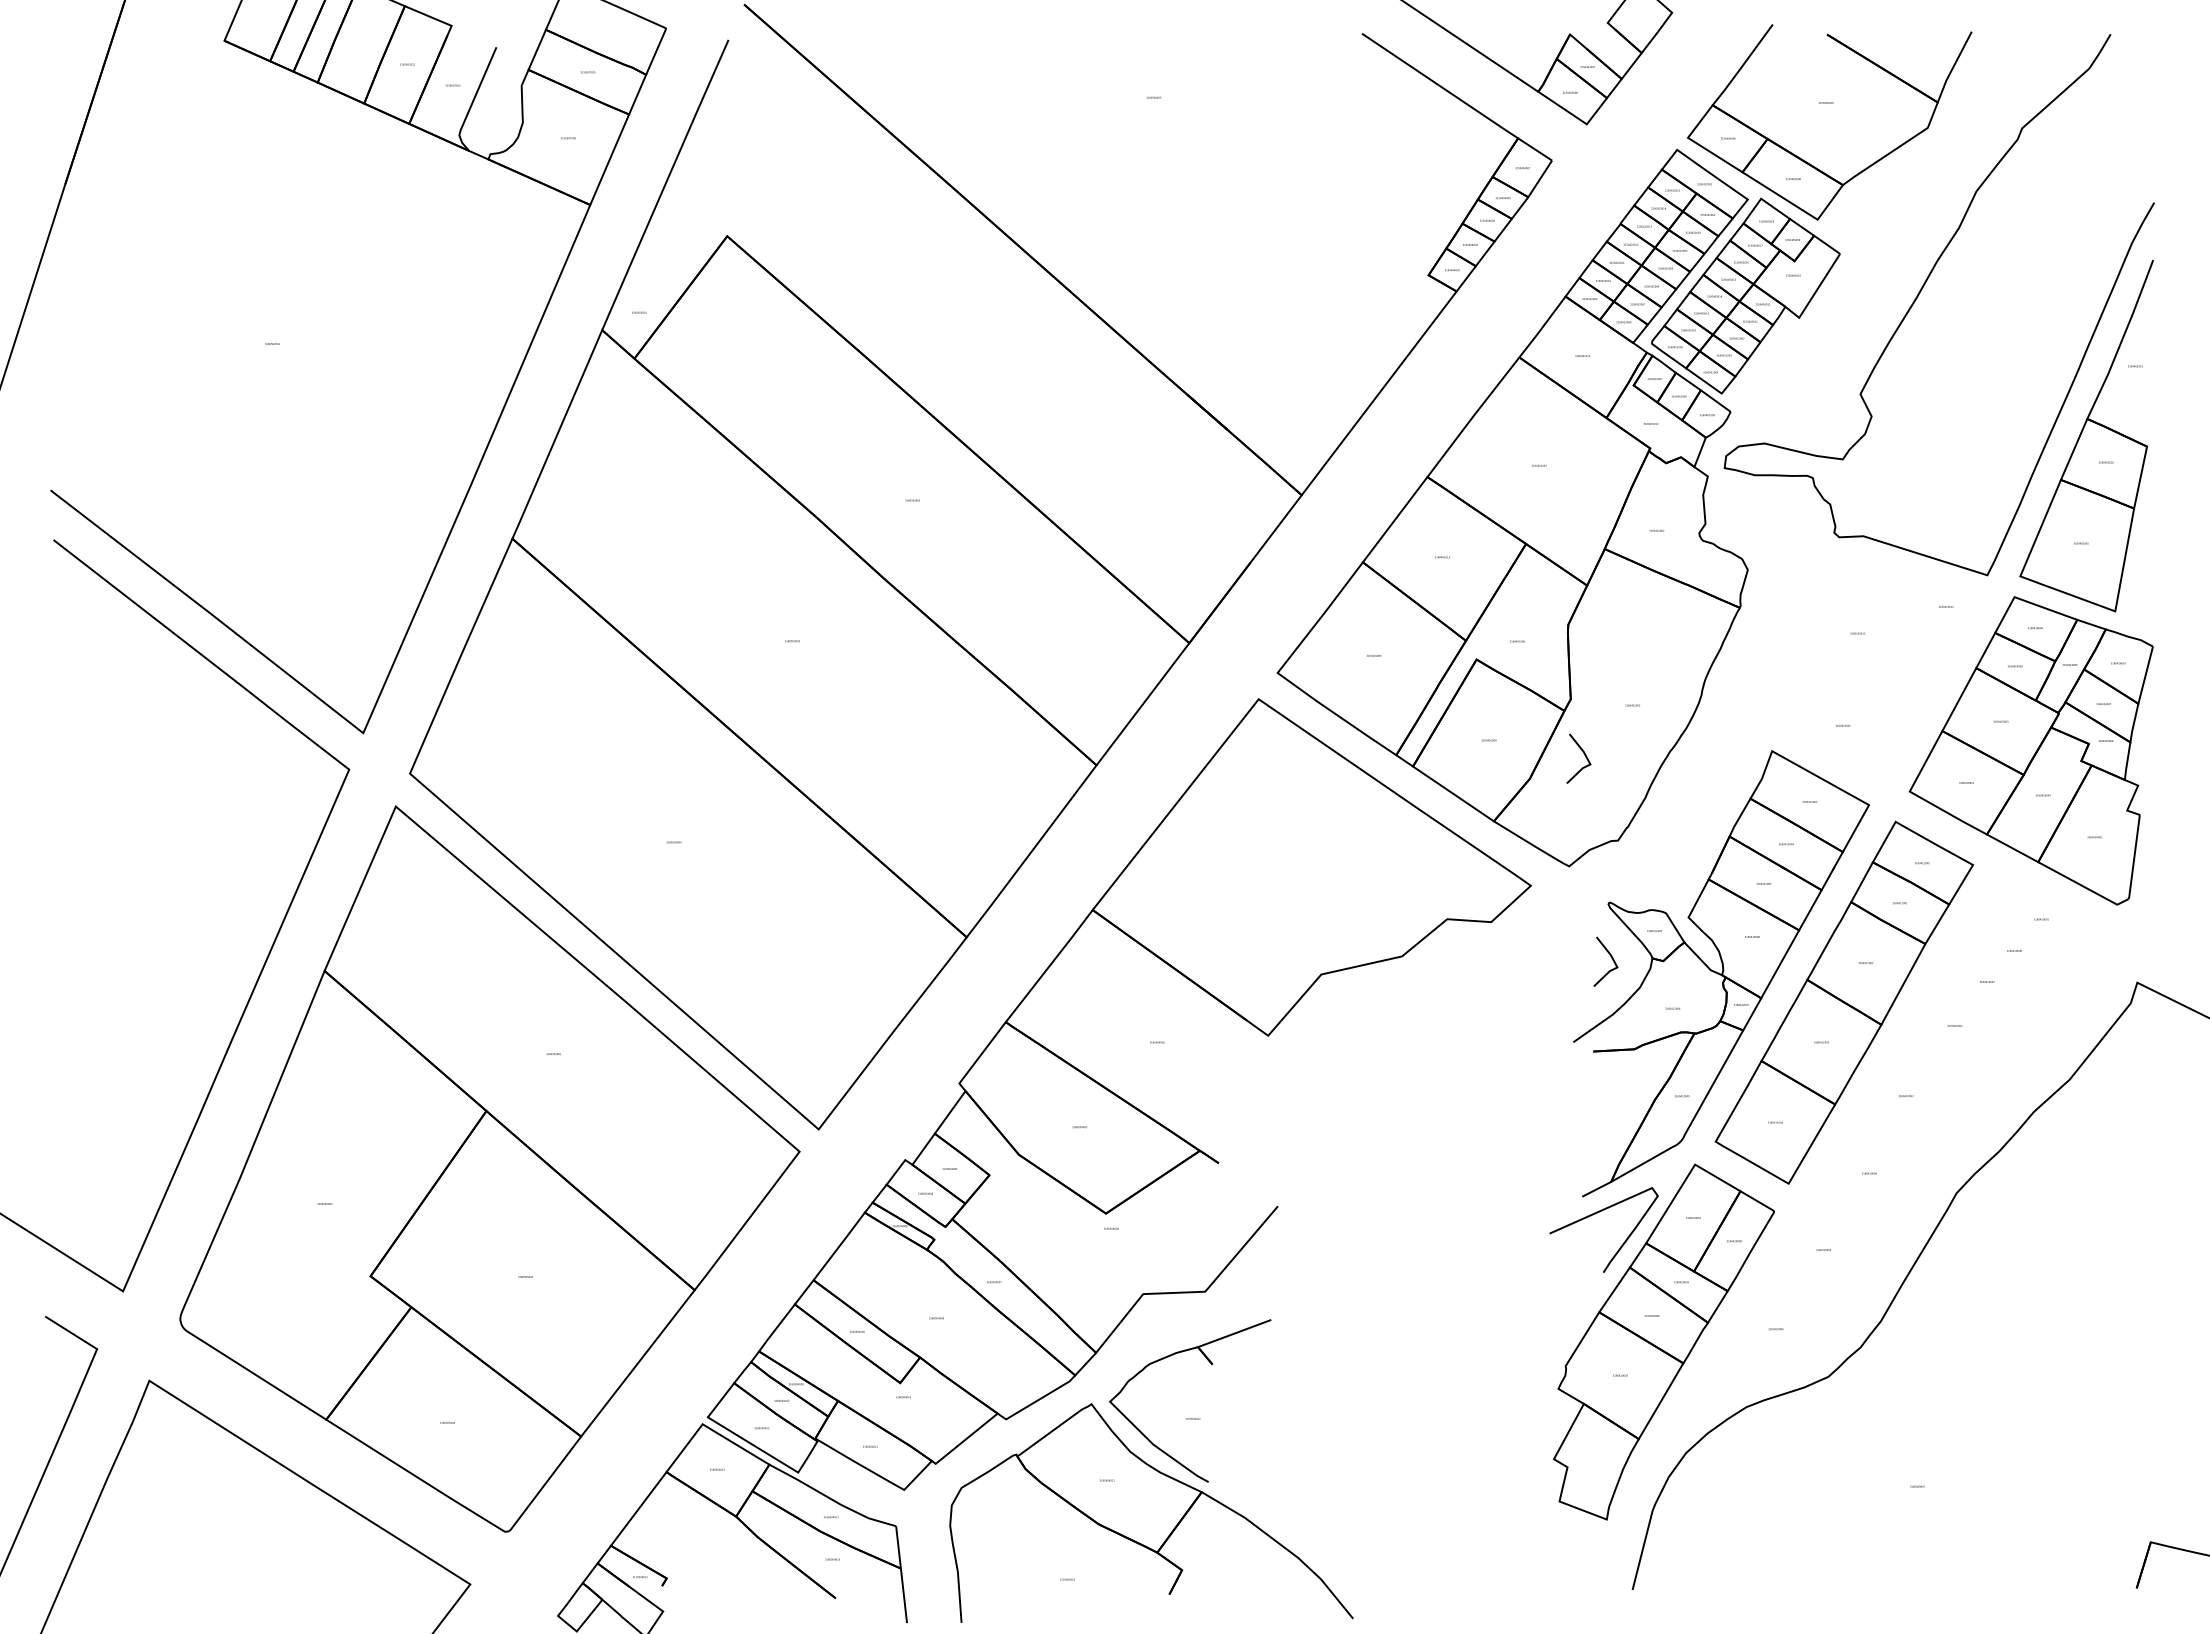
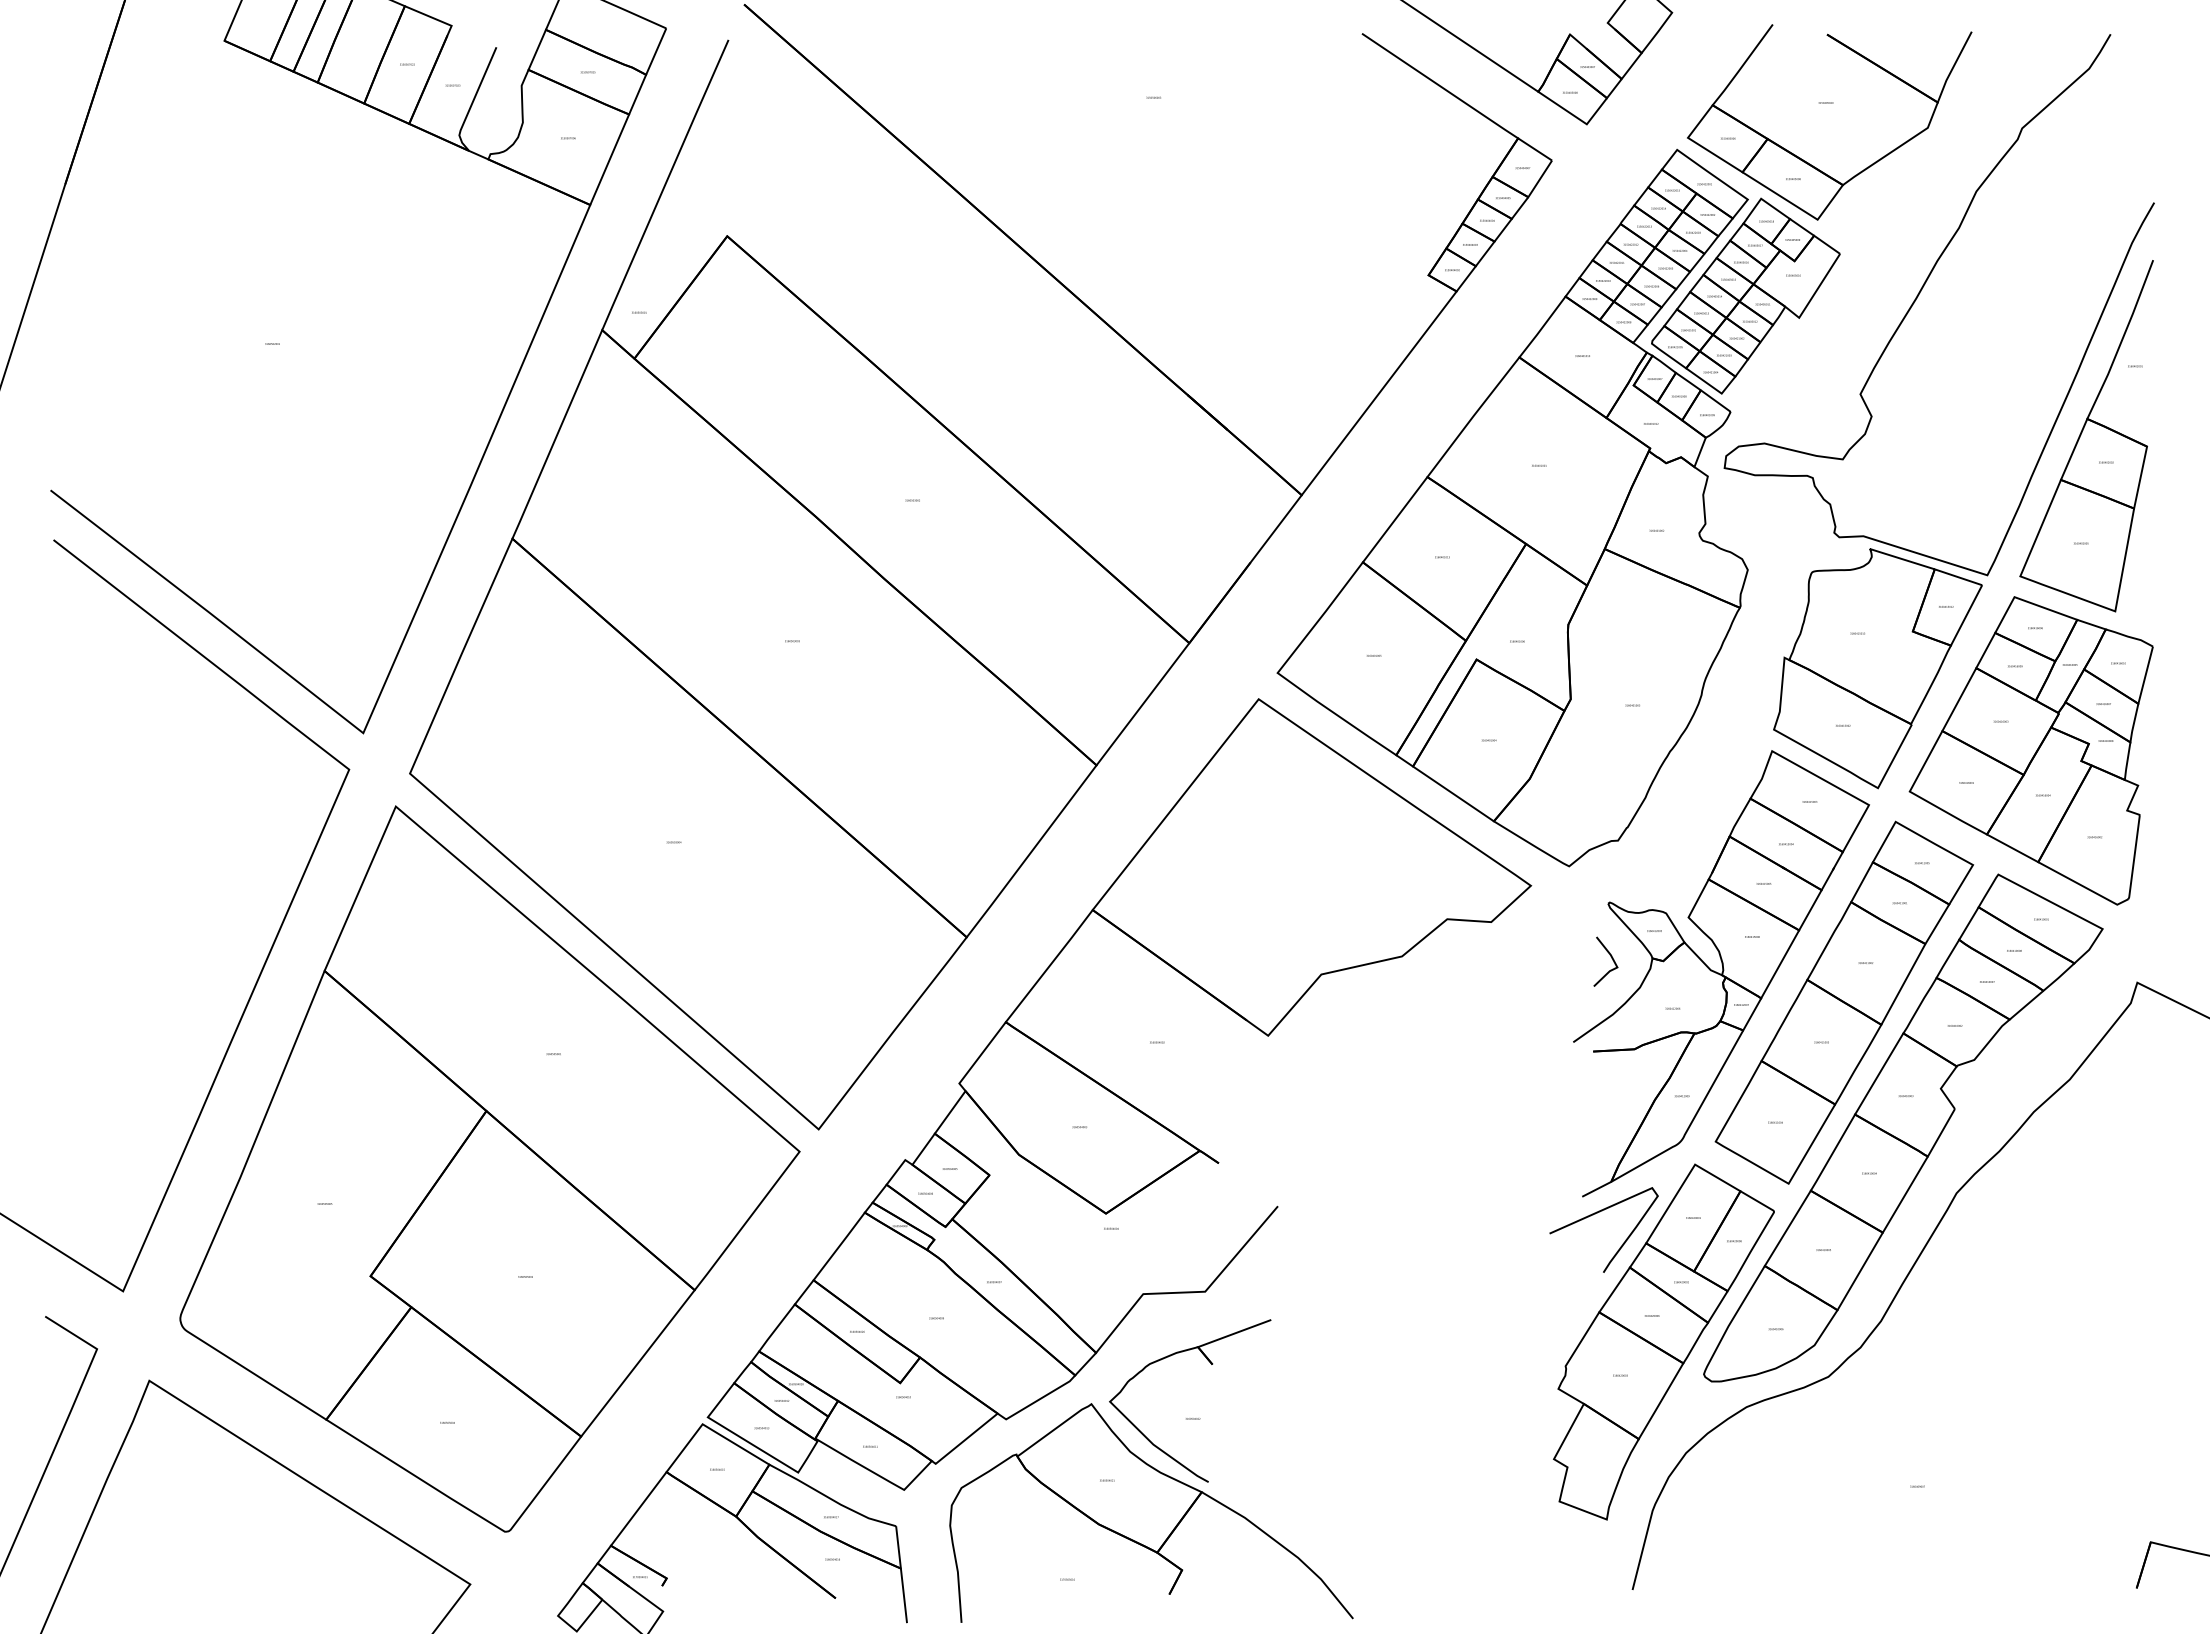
part at (1877, 668): none -> present
curve at (1584, 755): present -> none
part at (1903, 1127): none -> present
